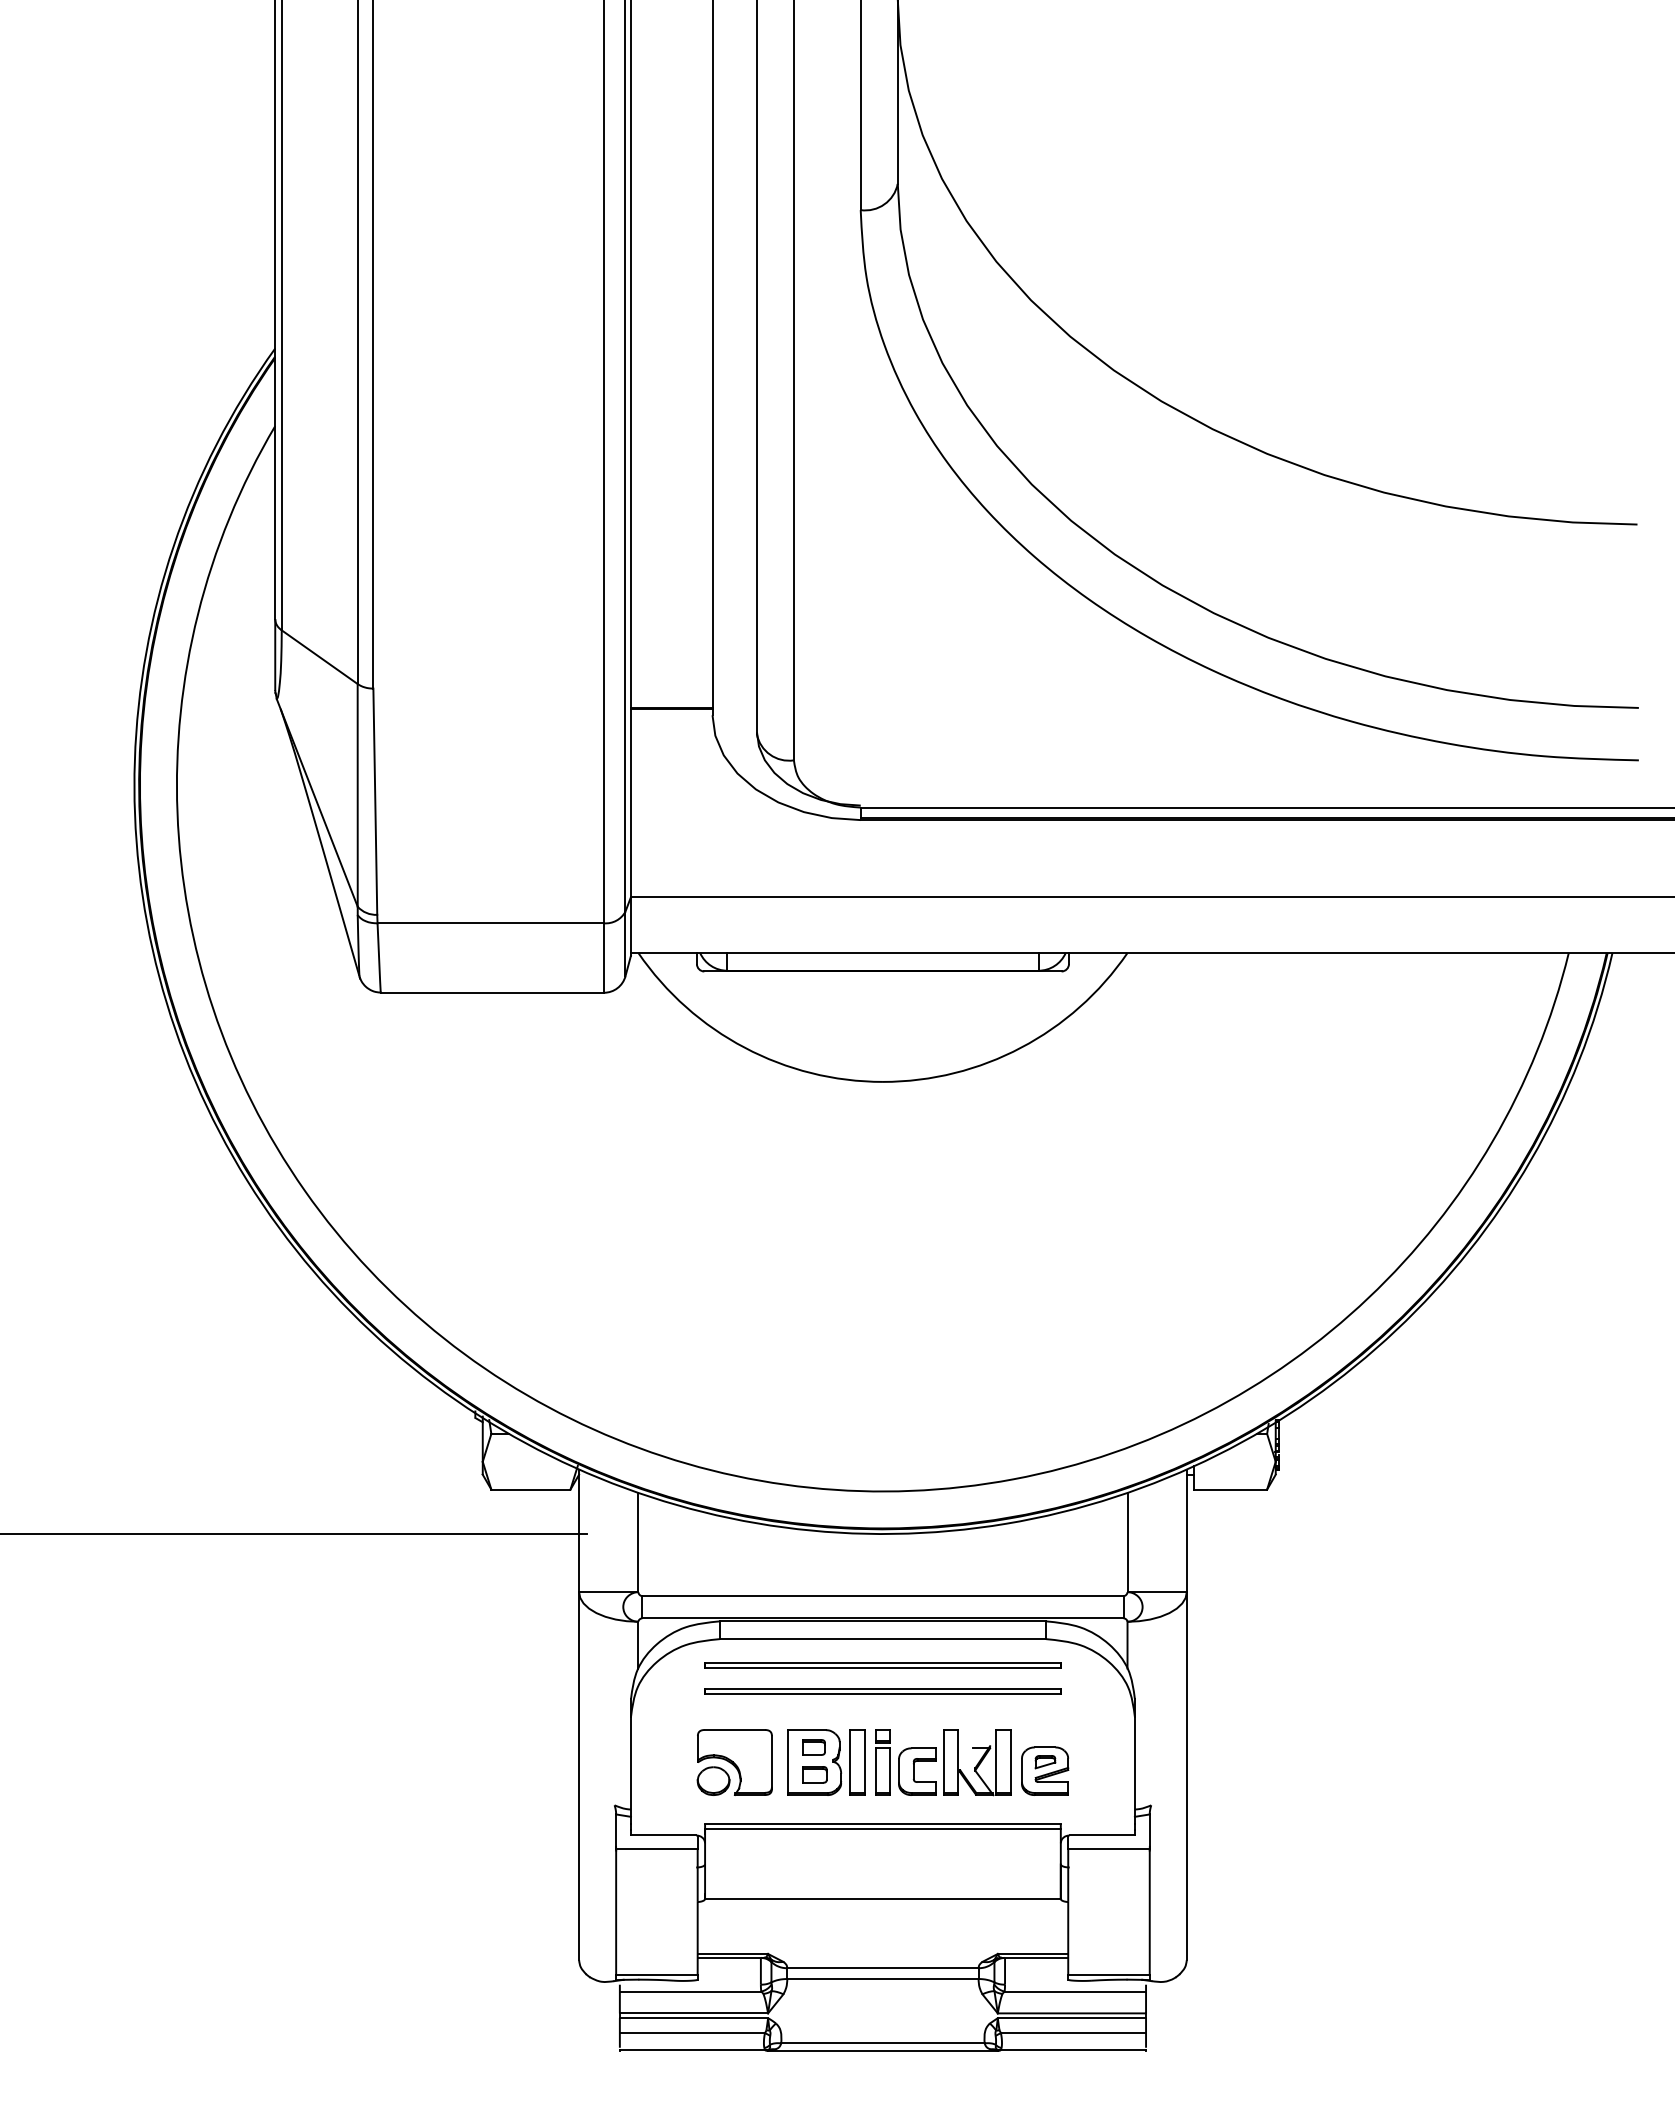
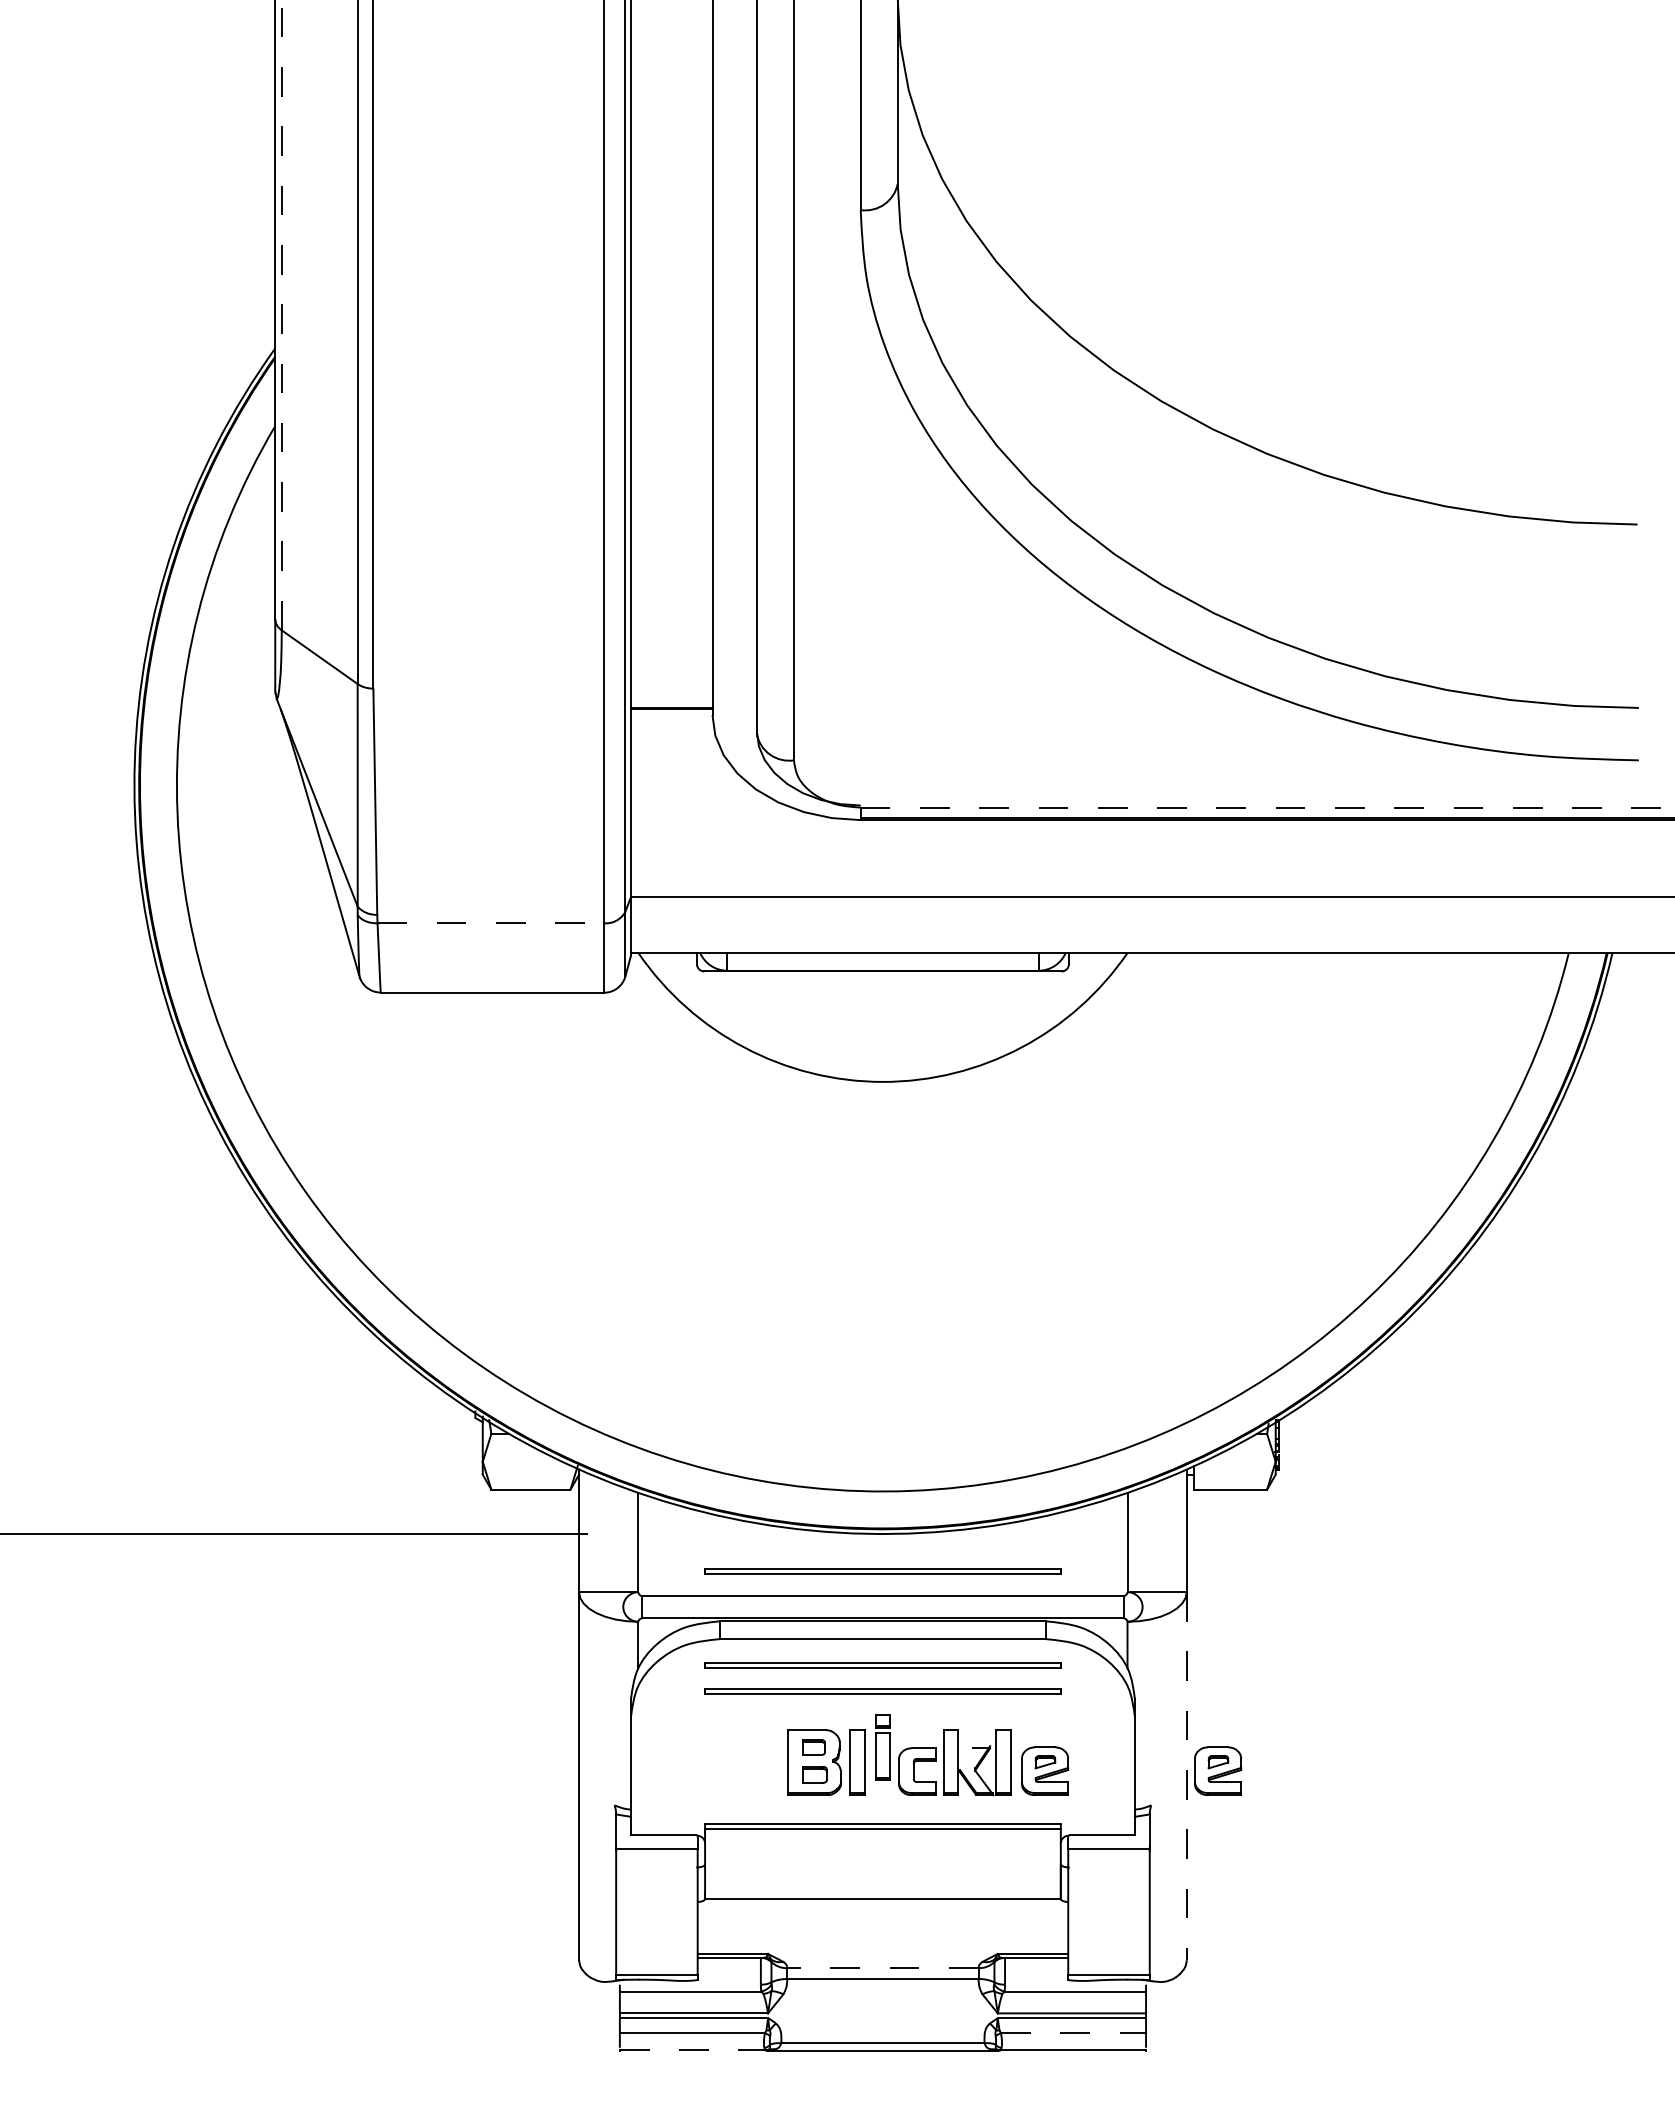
line at (281, 315): solid -> dashed
line at (1267, 807): solid -> dashed
line at (491, 923): solid -> dashed
part at (882, 1571): none -> present
part at (734, 1762): present -> none
part at (882, 1762) position: (882, 1762) -> (882, 1747)
part at (1218, 1770): none -> present
line at (1186, 1776): solid -> dashed
line at (882, 1968): solid -> dashed
line at (1073, 2033): solid -> dashed
line at (692, 2050): solid -> dashed
